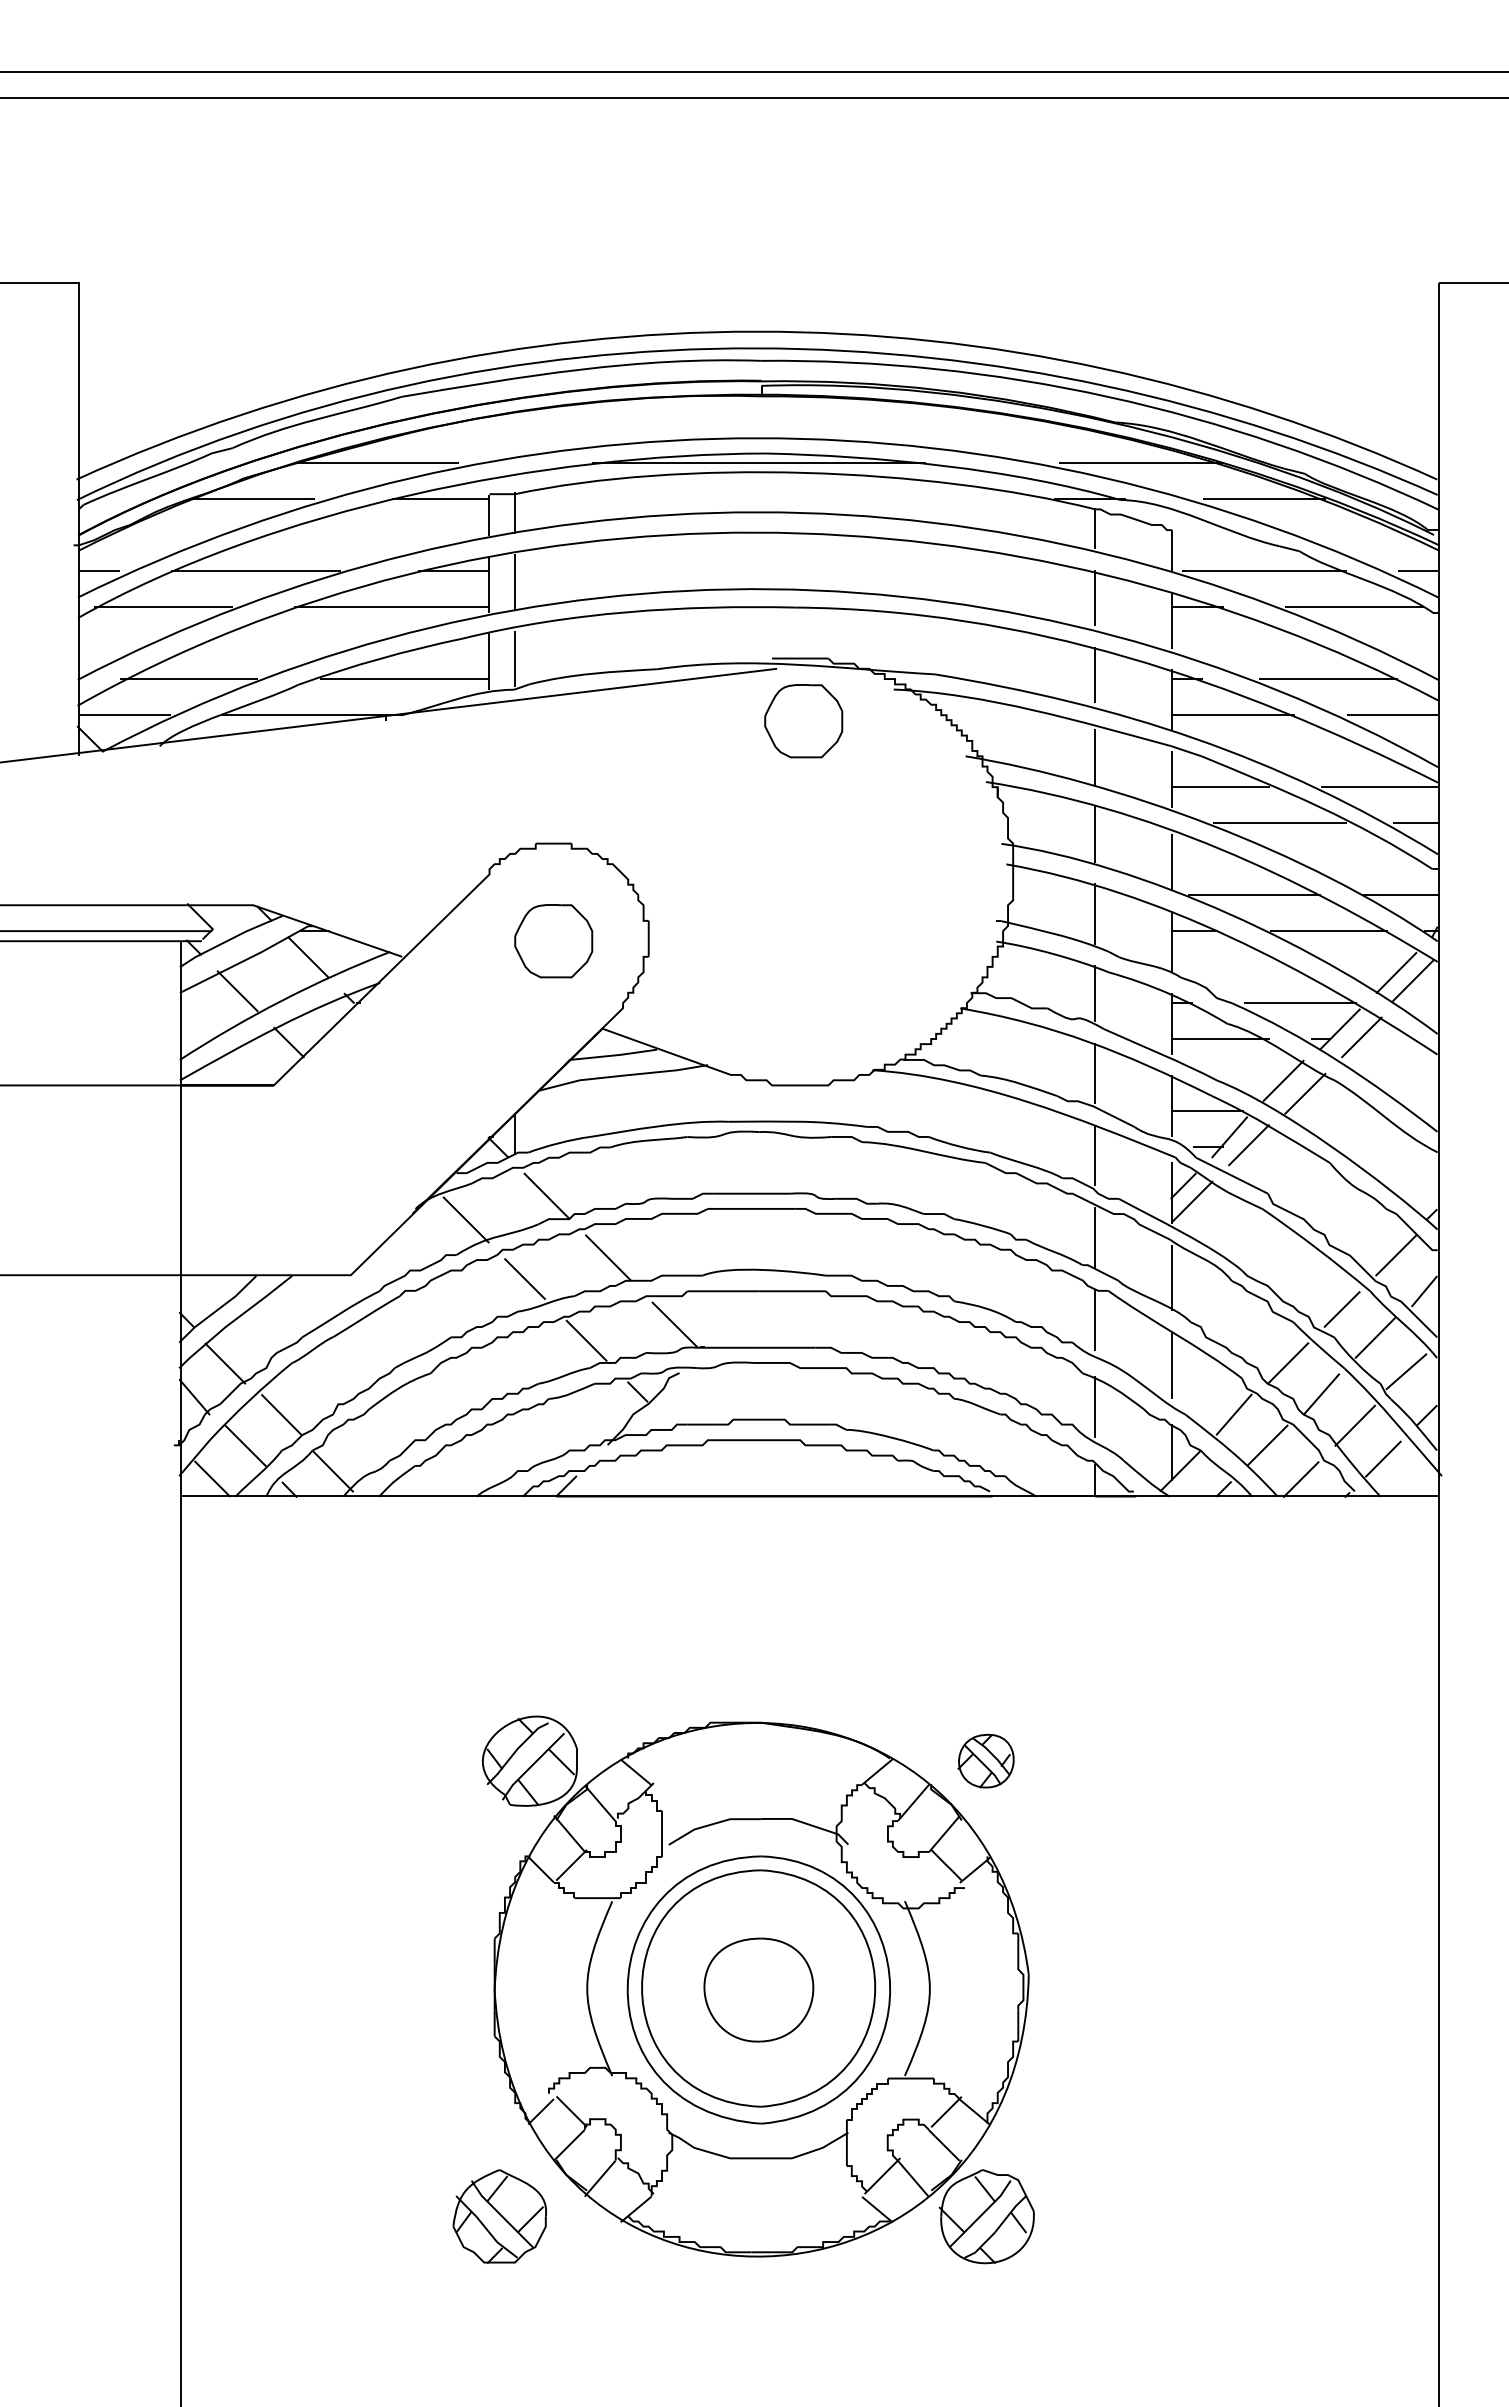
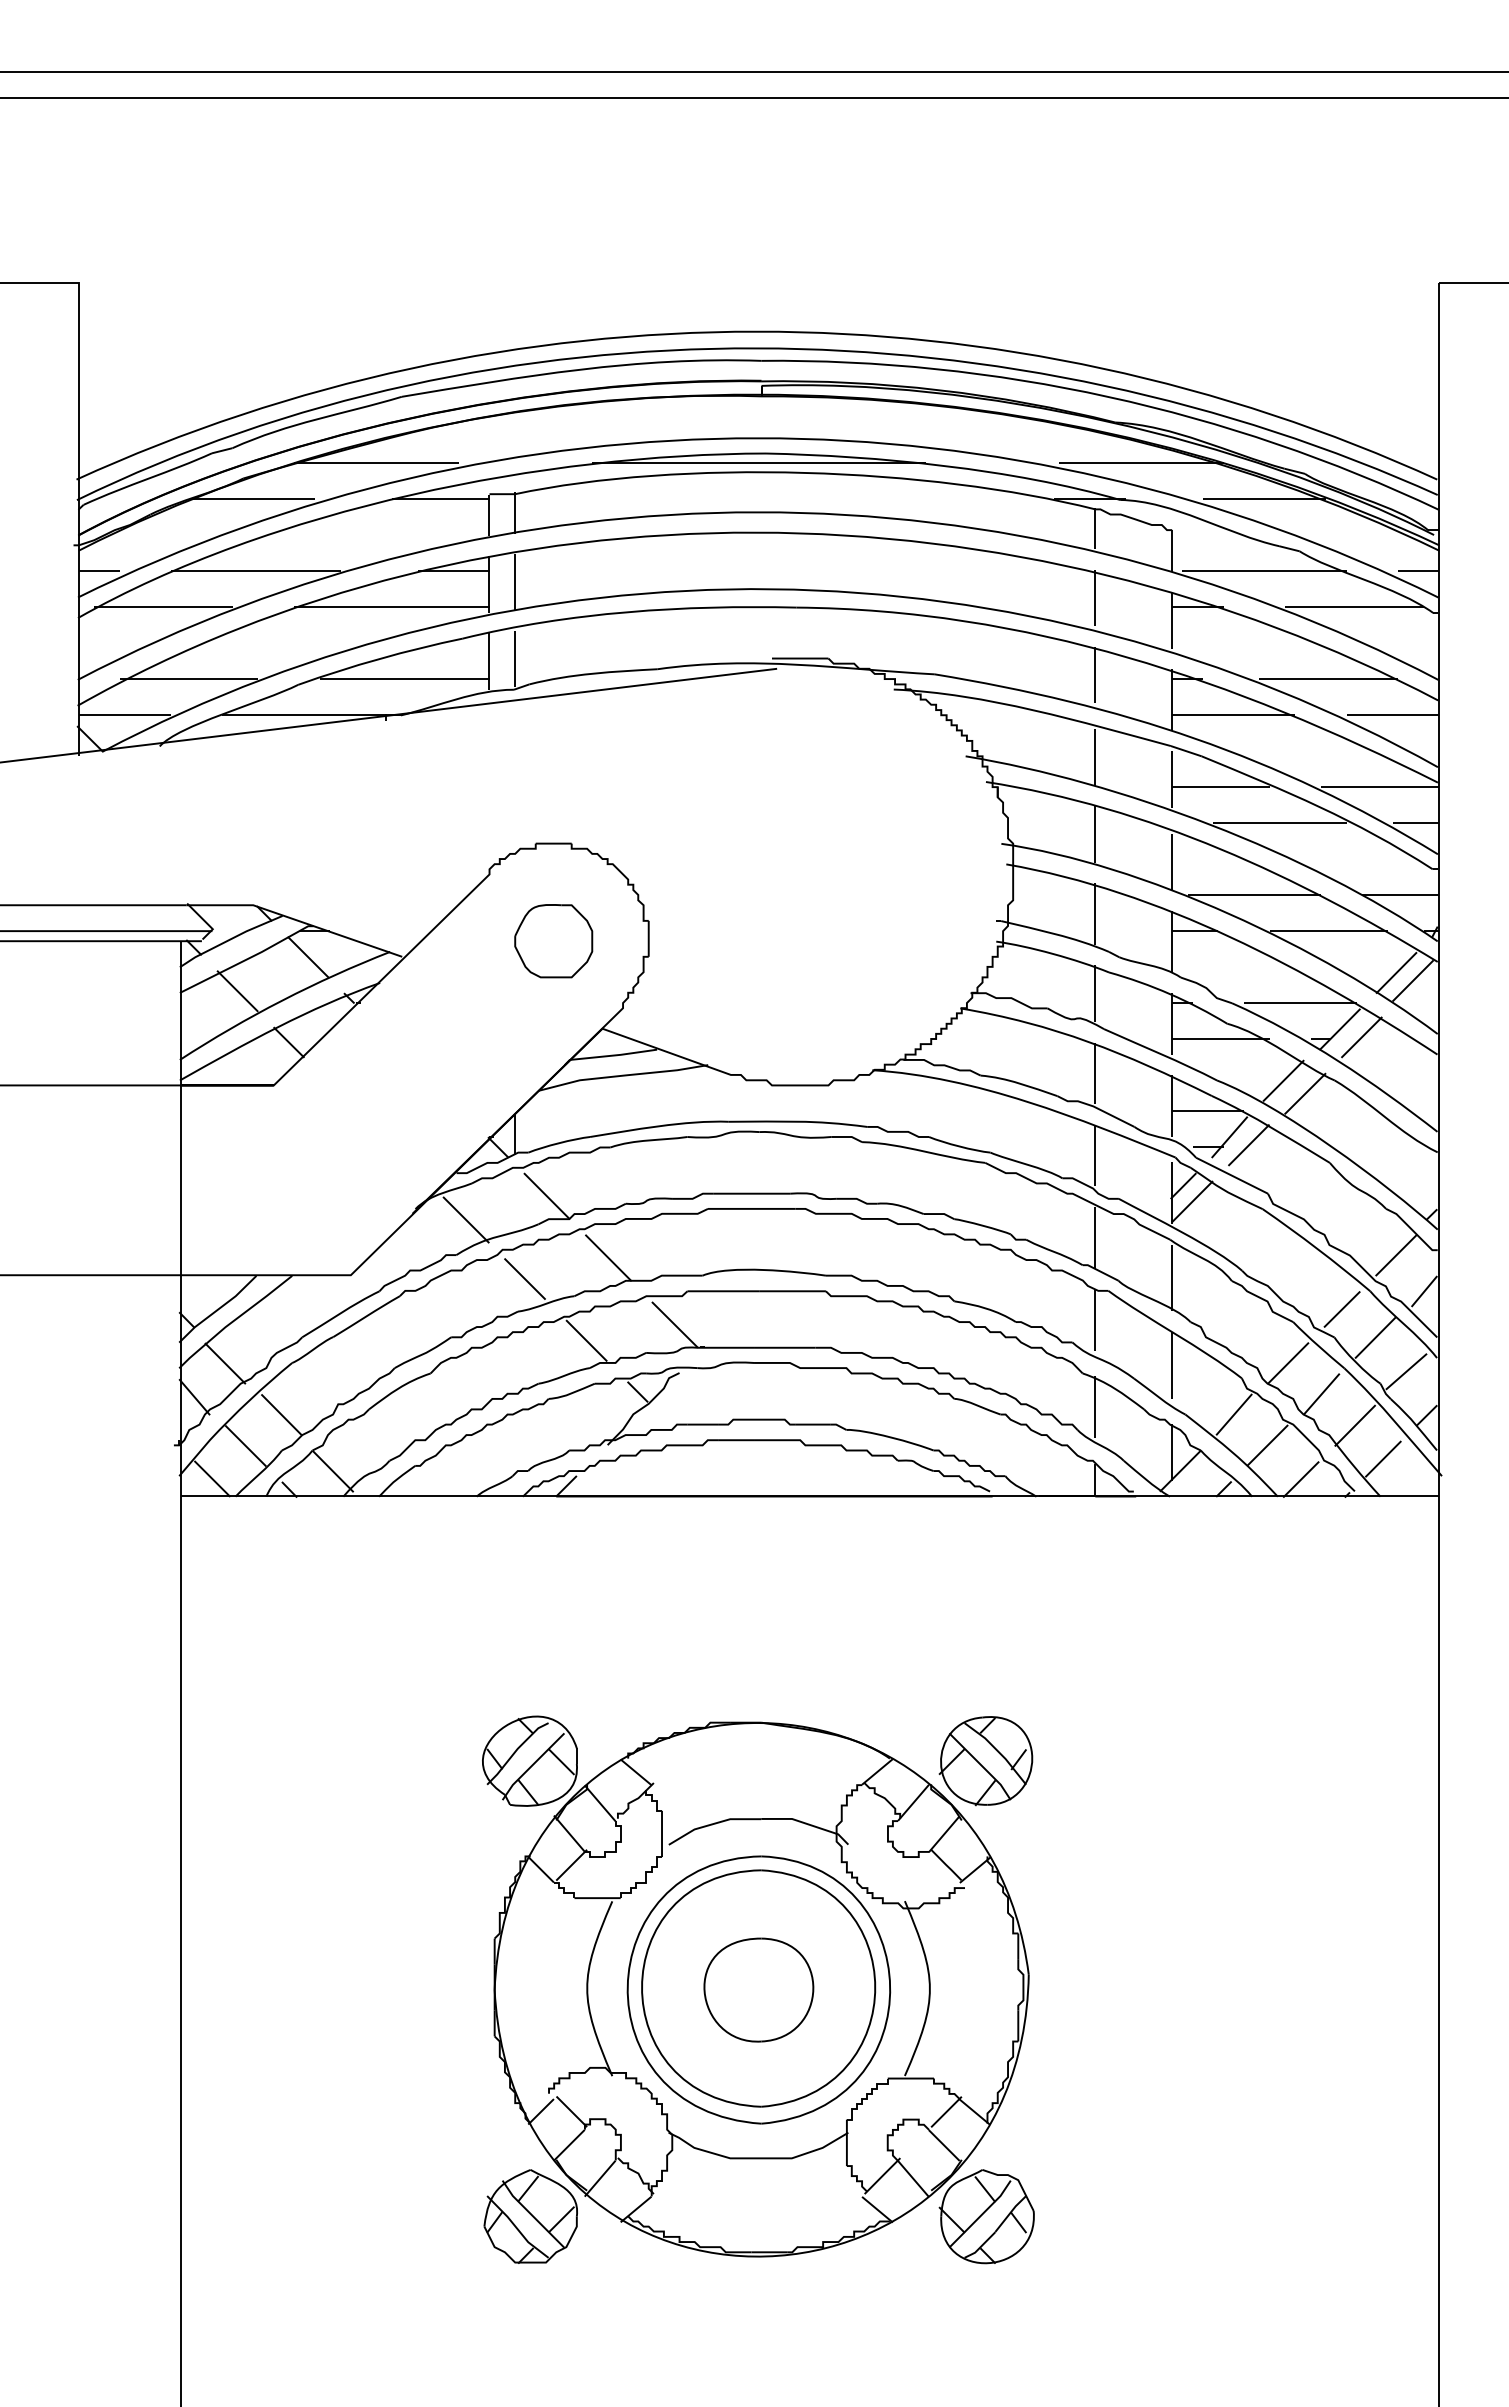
part at (803, 721): present -> none
part at (985, 1760) size: 58x56 px -> 96x91 px
part at (499, 2216) position: (499, 2216) -> (530, 2216)
